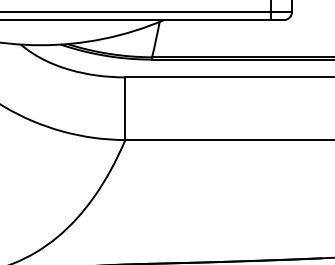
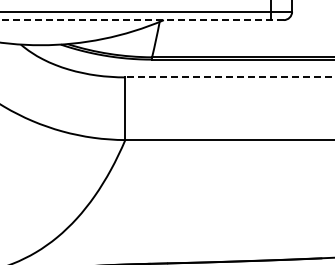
line at (141, 20): solid -> dashed
line at (229, 77): solid -> dashed
